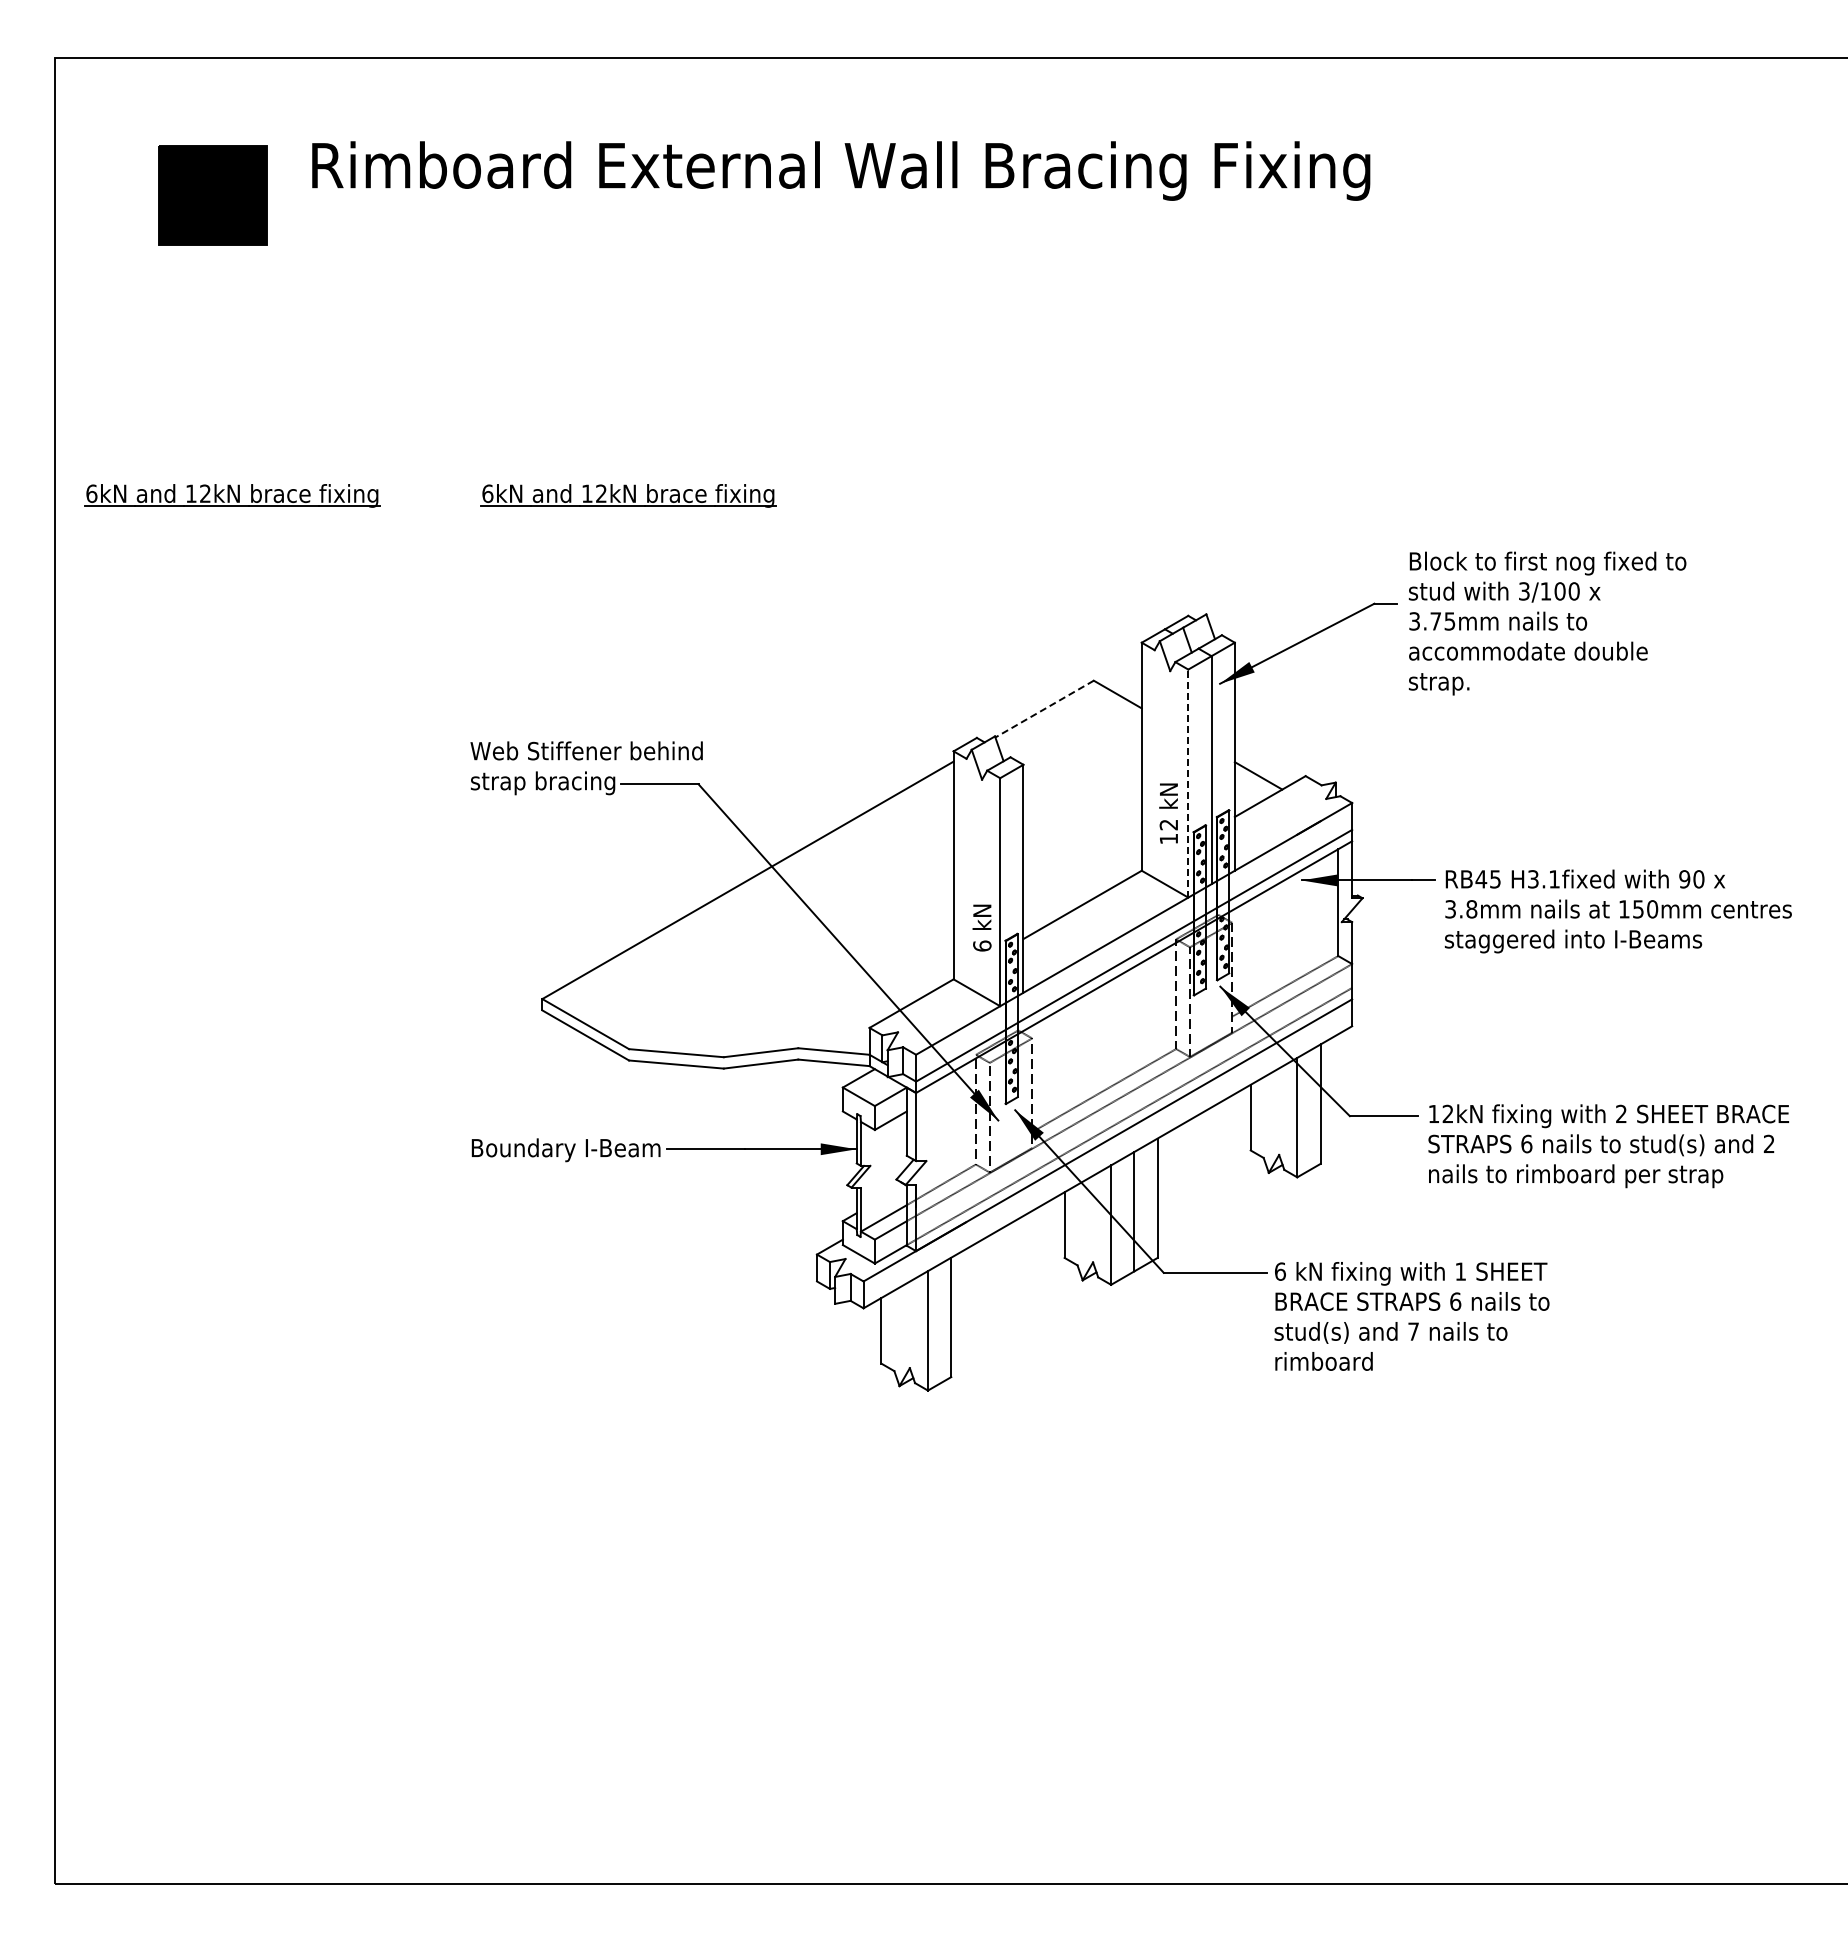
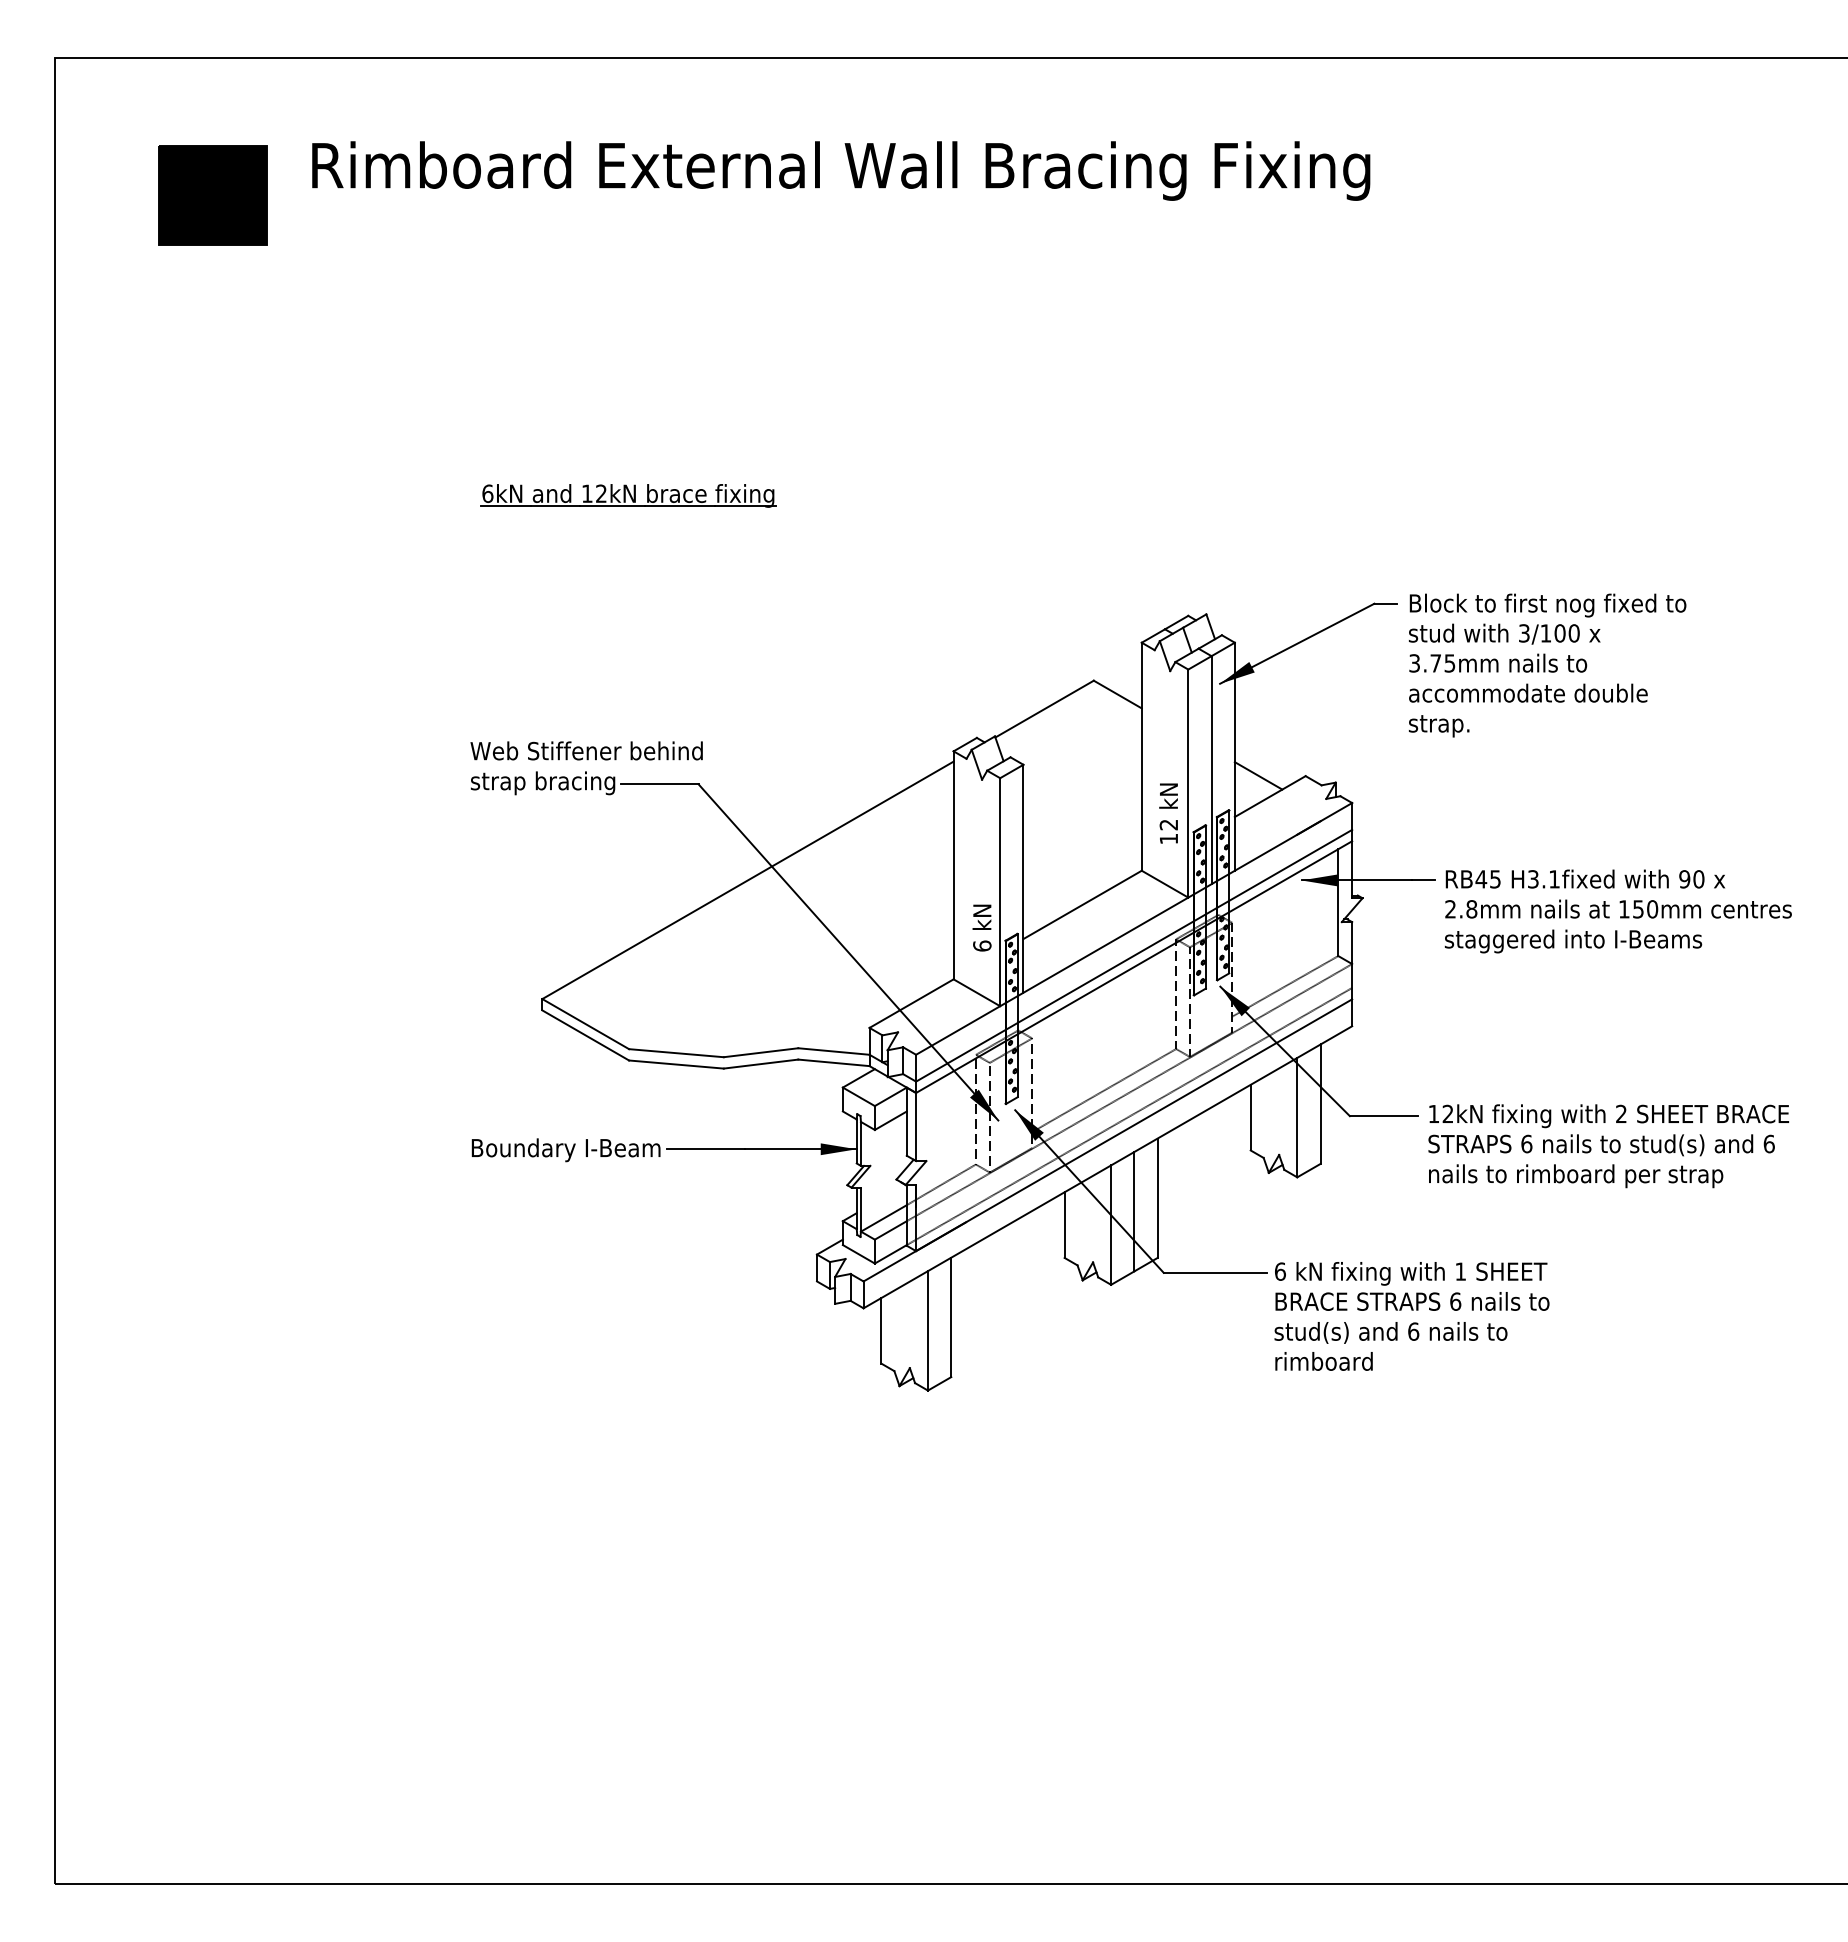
part at (232, 495): present -> none
text at (1547, 623) position: (1547, 623) -> (1547, 665)
line at (1044, 709): dashed -> solid
line at (1188, 783): dashed -> solid
text at (1450, 909): 3.8mm -> 2.8mm
text at (1768, 1143): 2 -> 6
text at (1413, 1331): 7 -> 6
